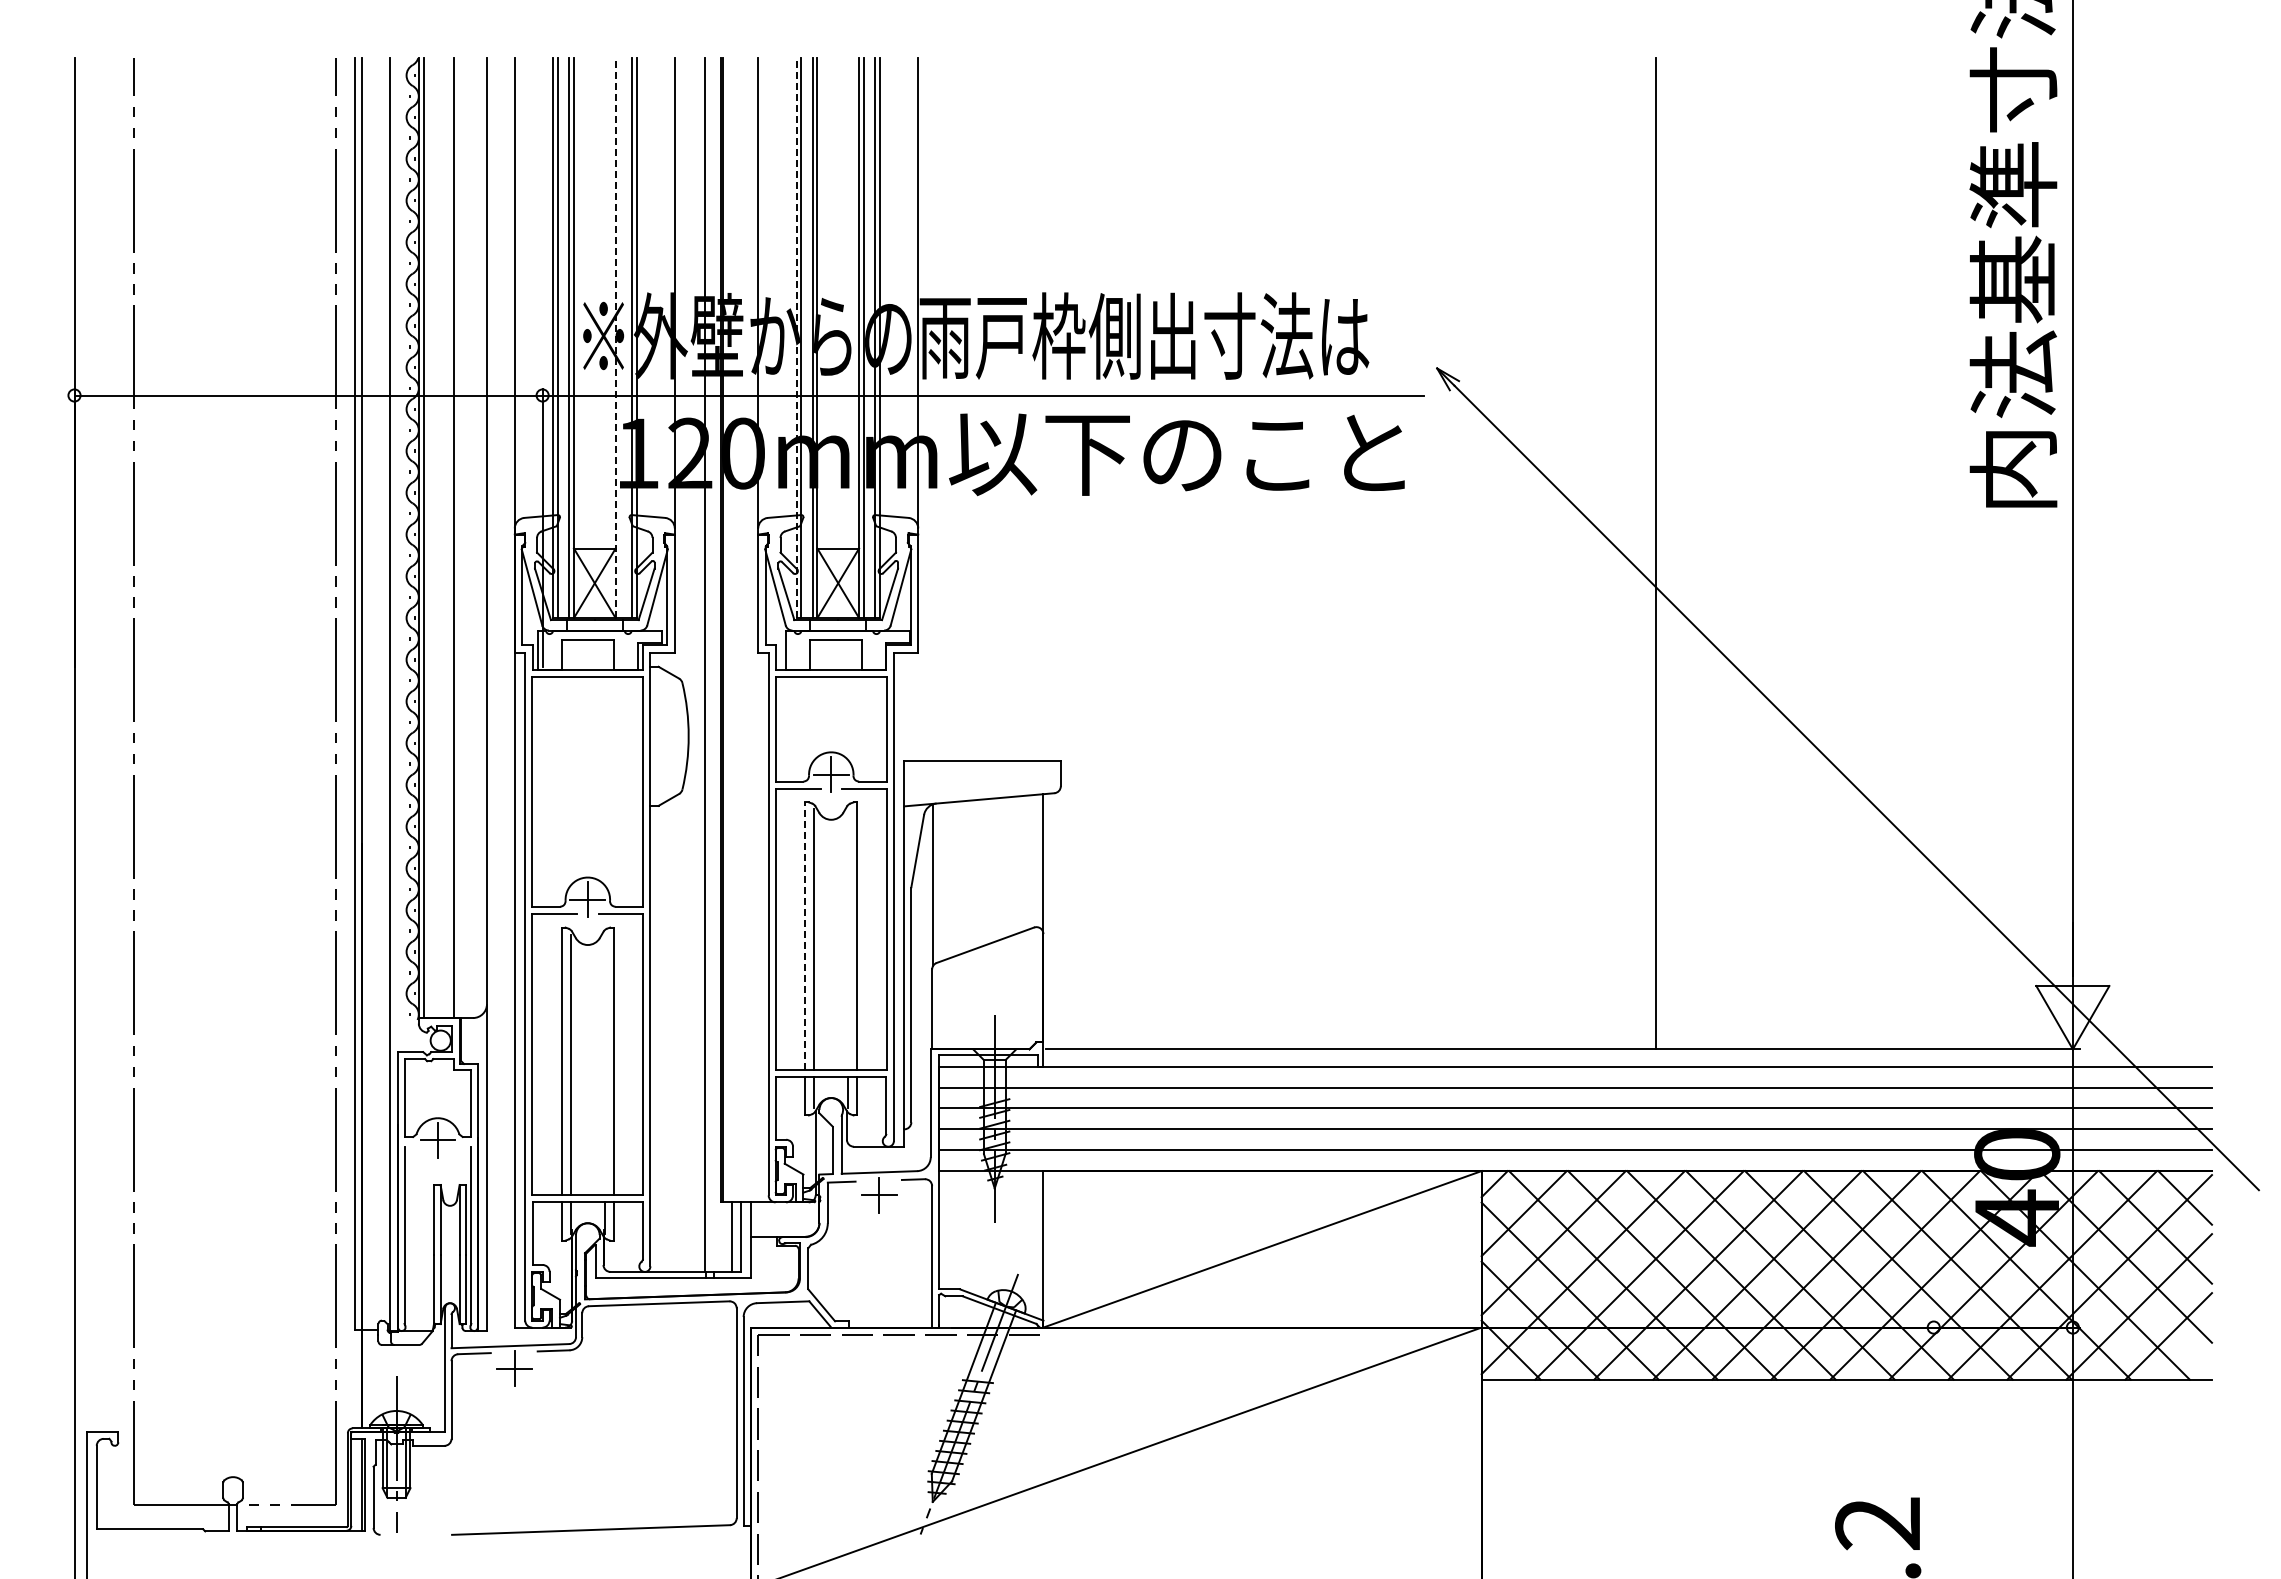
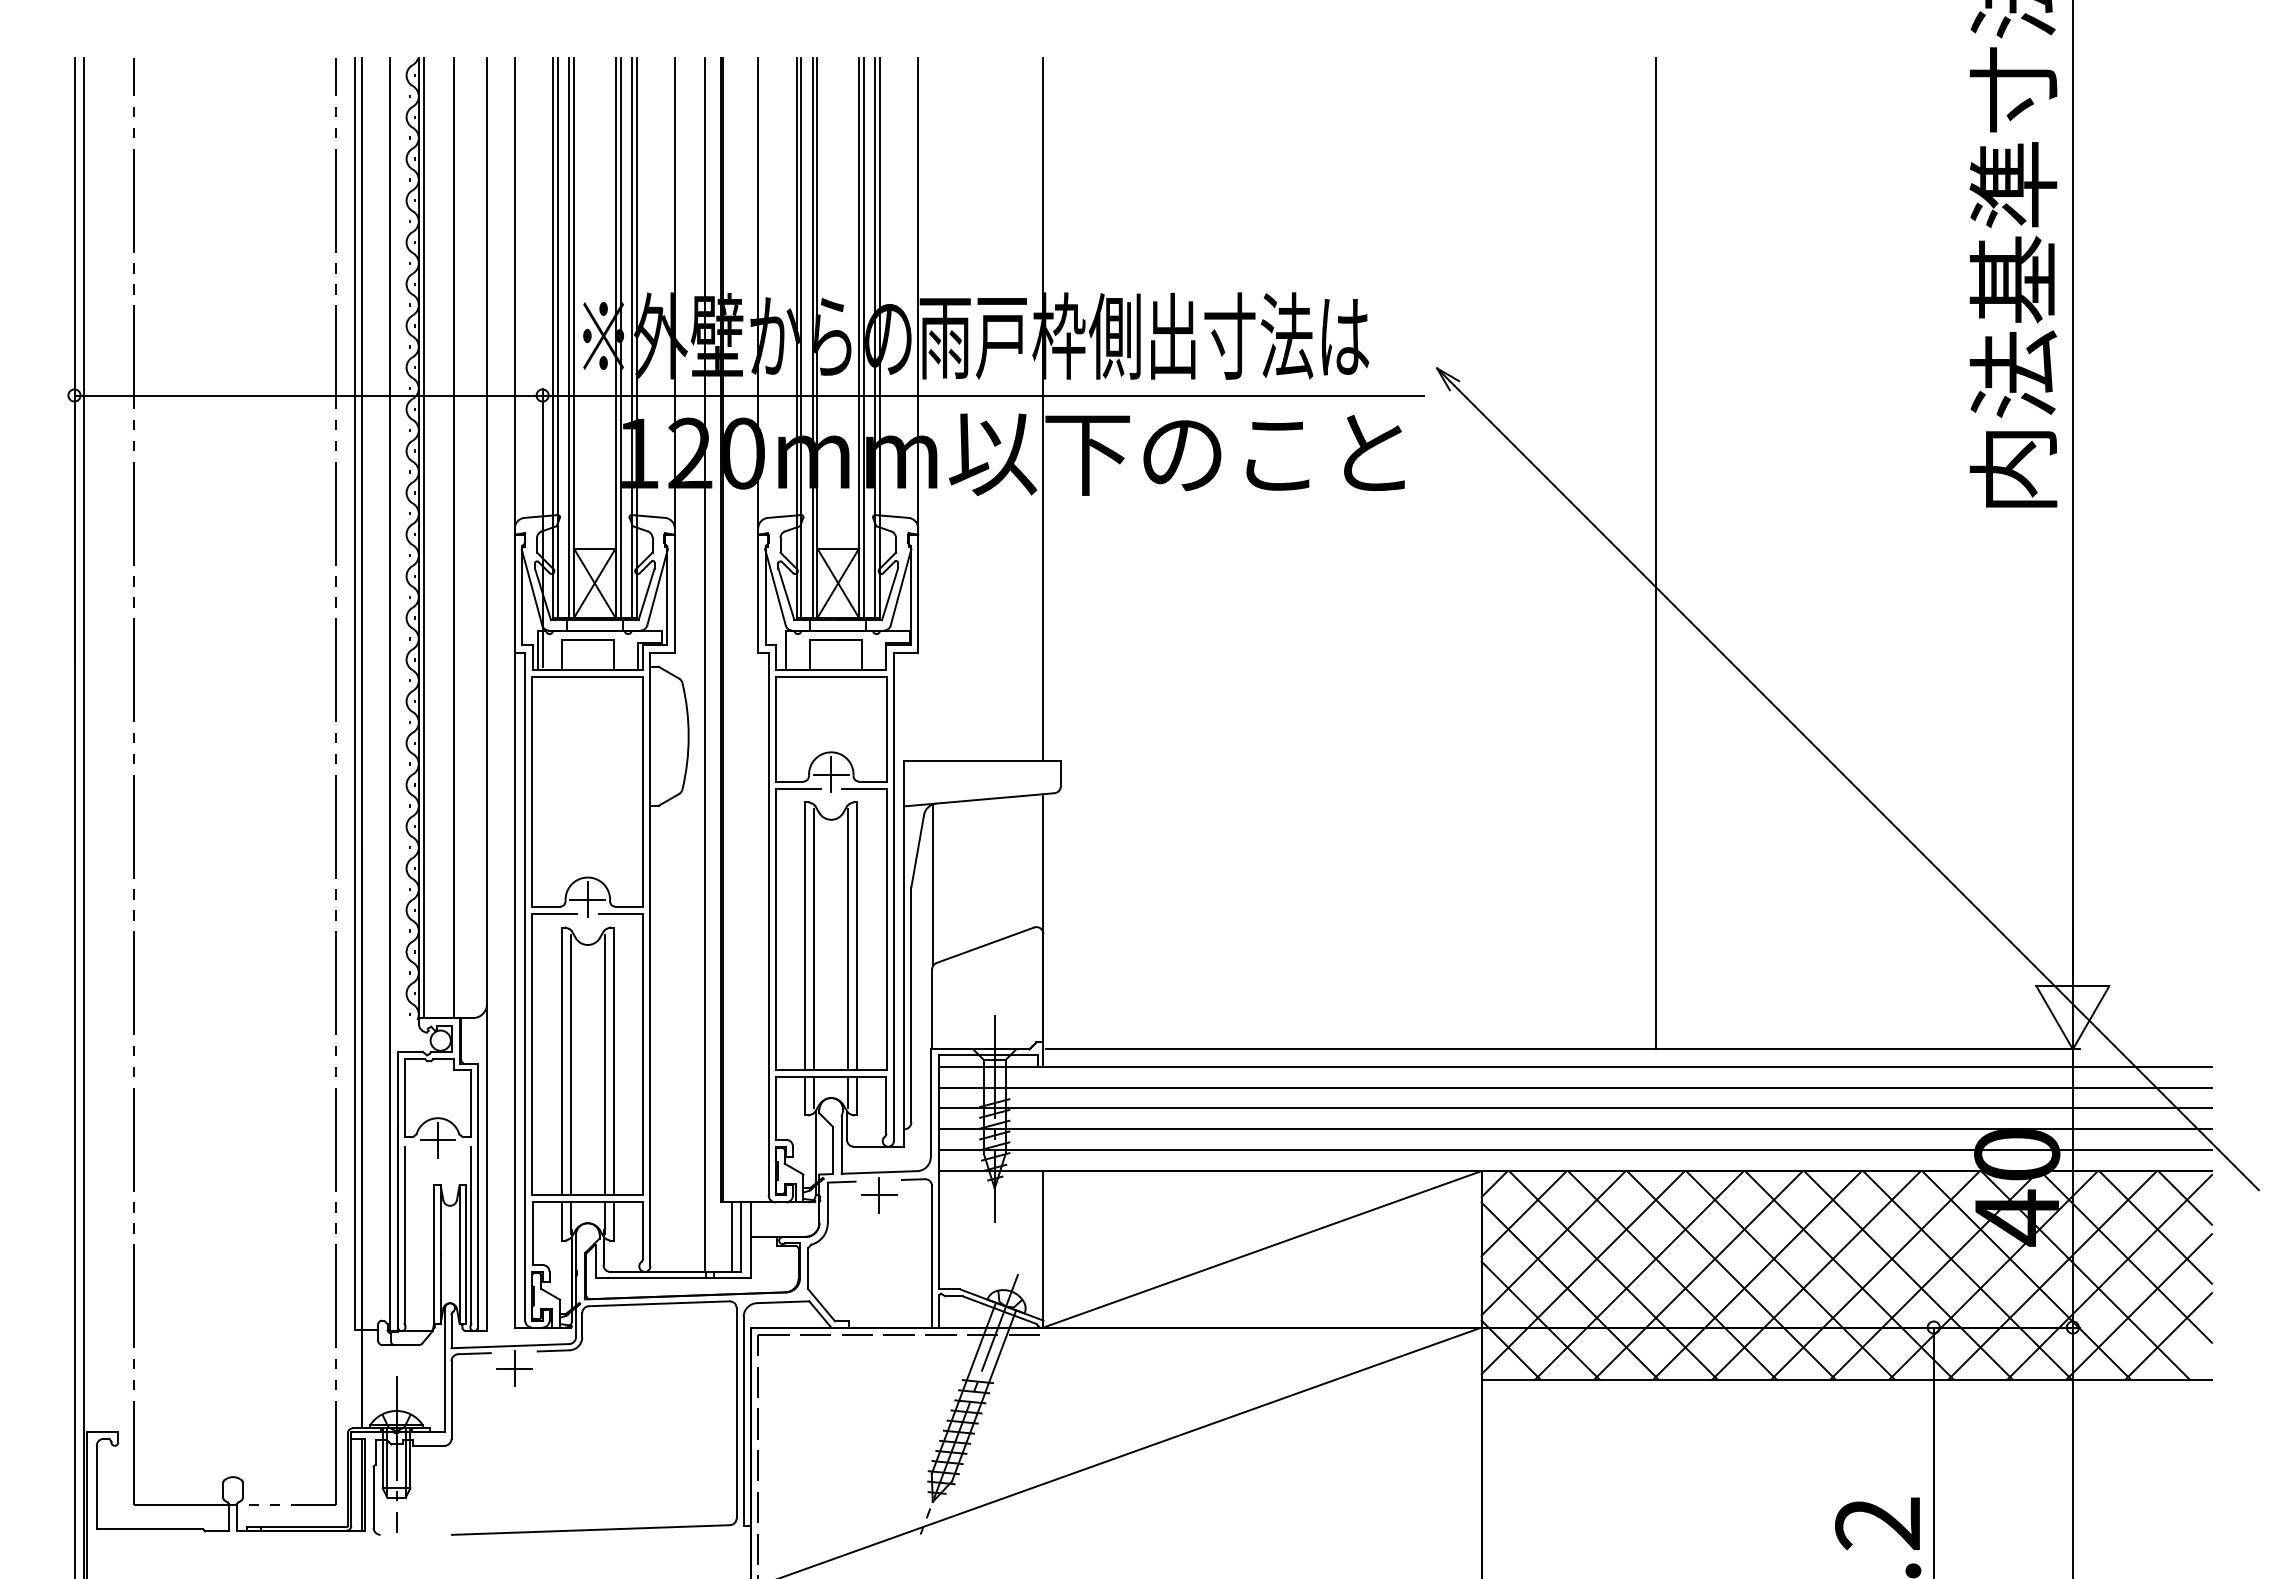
line at (615, 338): dashed -> solid
line at (620, 338): none -> present
line at (796, 338): dashed -> solid
line at (1043, 409): none -> present
line at (83, 816): none -> present
line at (805, 936): dashed -> solid
line at (848, 939): none -> present
line at (604, 1064): none -> present
line at (1933, 1451): none -> present
